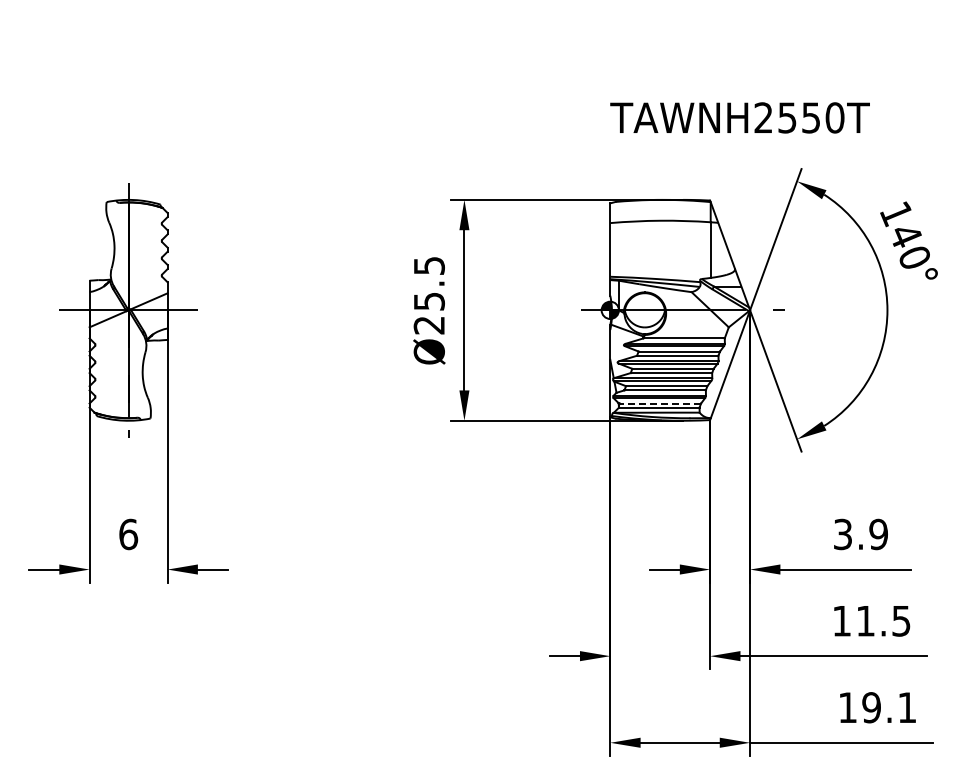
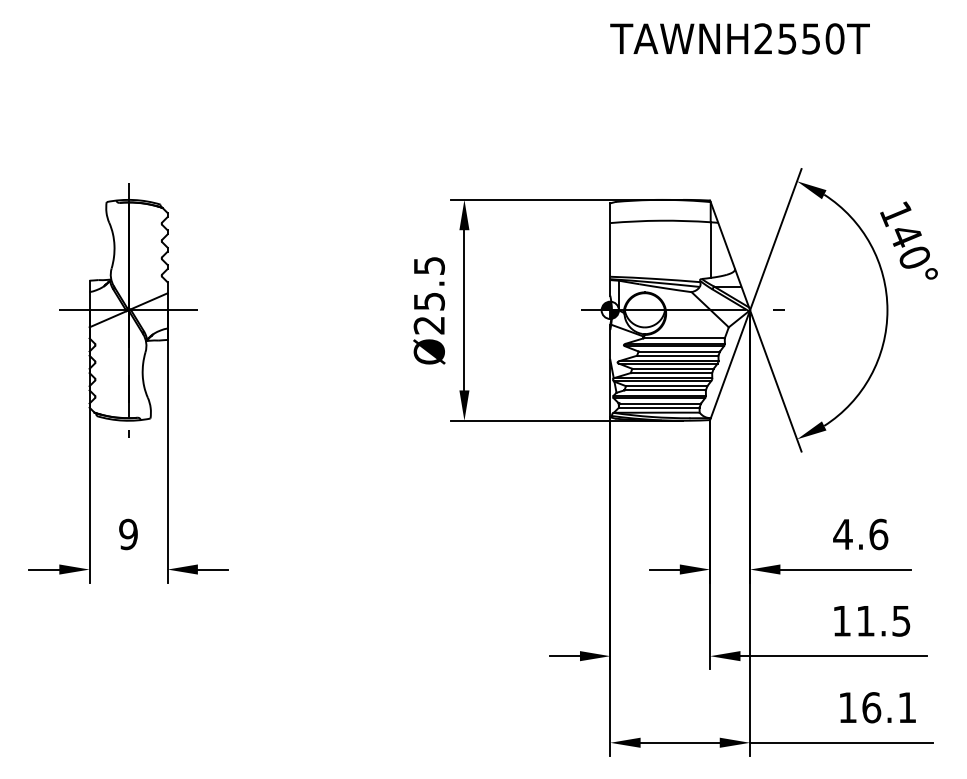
text at (739, 117) position: (739, 117) -> (739, 38)
line at (660, 403): dashed -> solid
text at (128, 534): 6 -> 9
text at (860, 534): 3.9 -> 4.6
text at (871, 707): 19.1 -> 16.1
